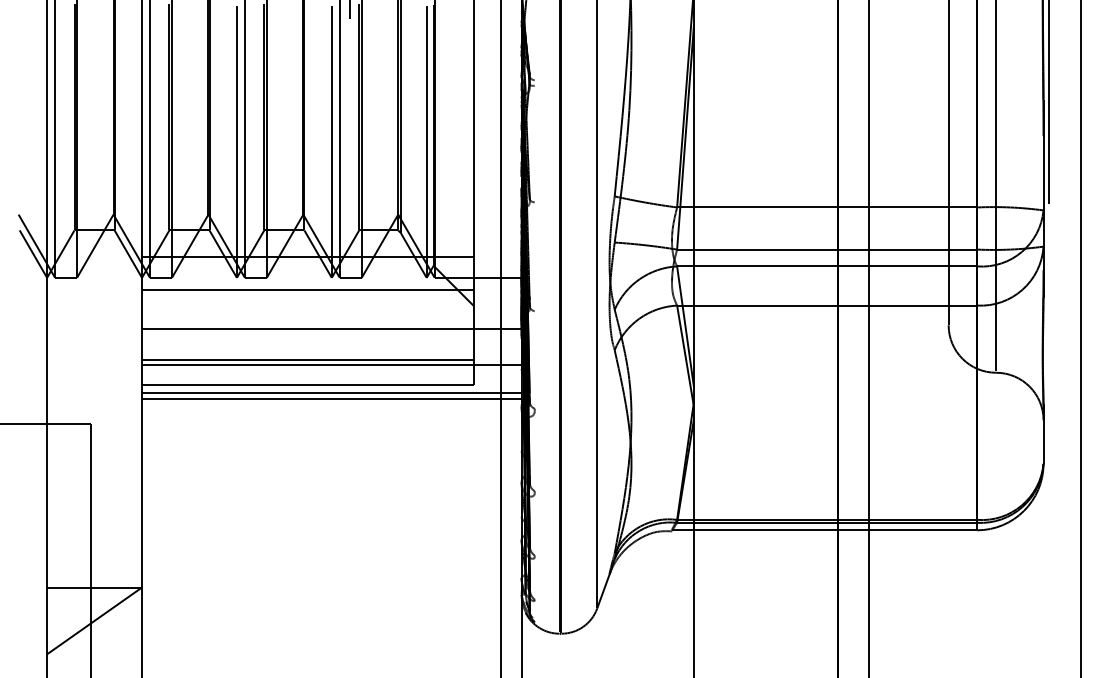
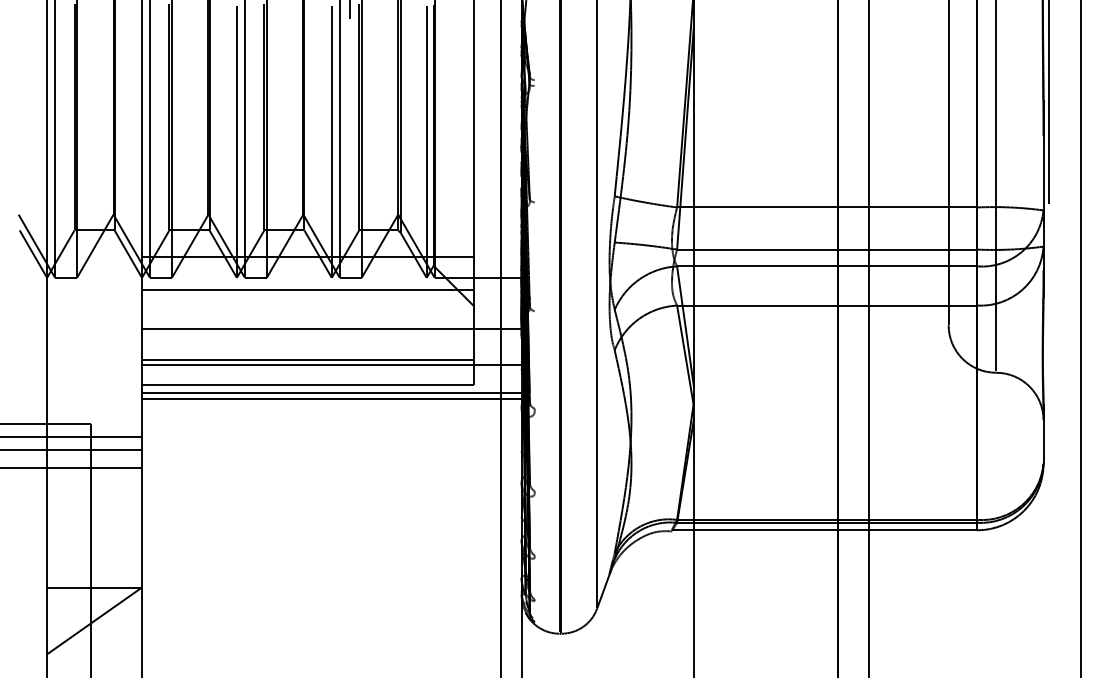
line at (72, 437): none -> present
line at (72, 449): none -> present
line at (72, 467): none -> present
